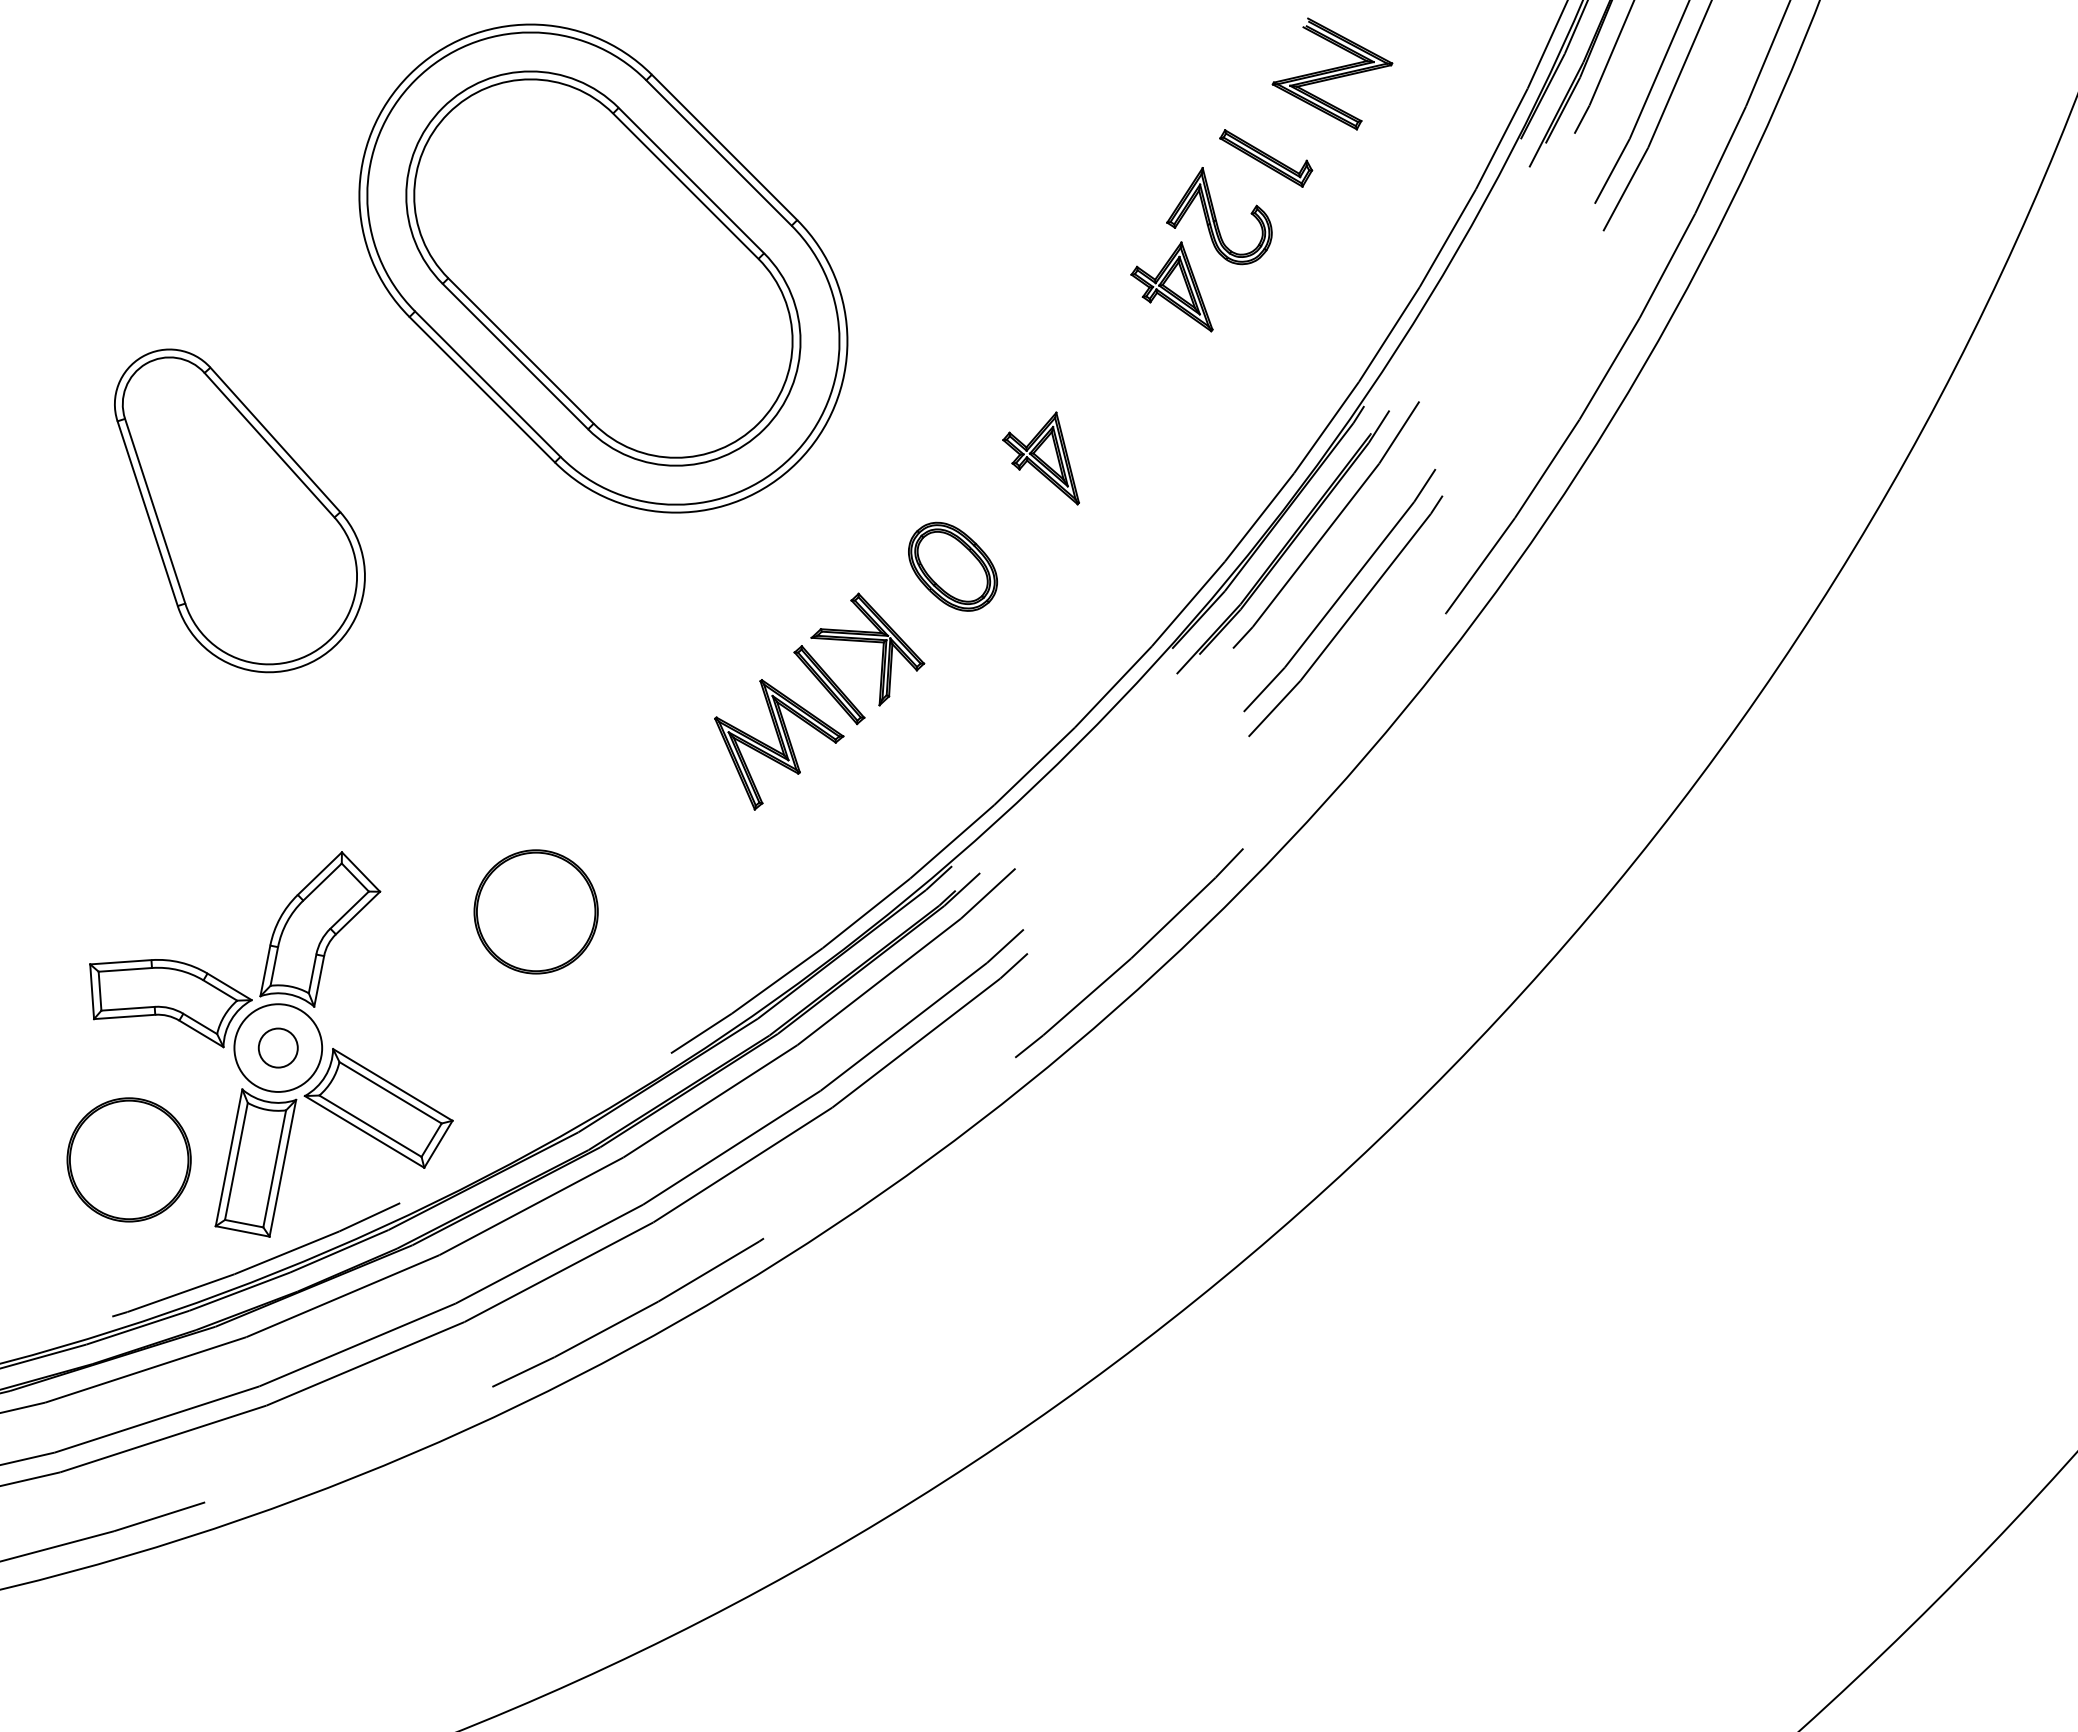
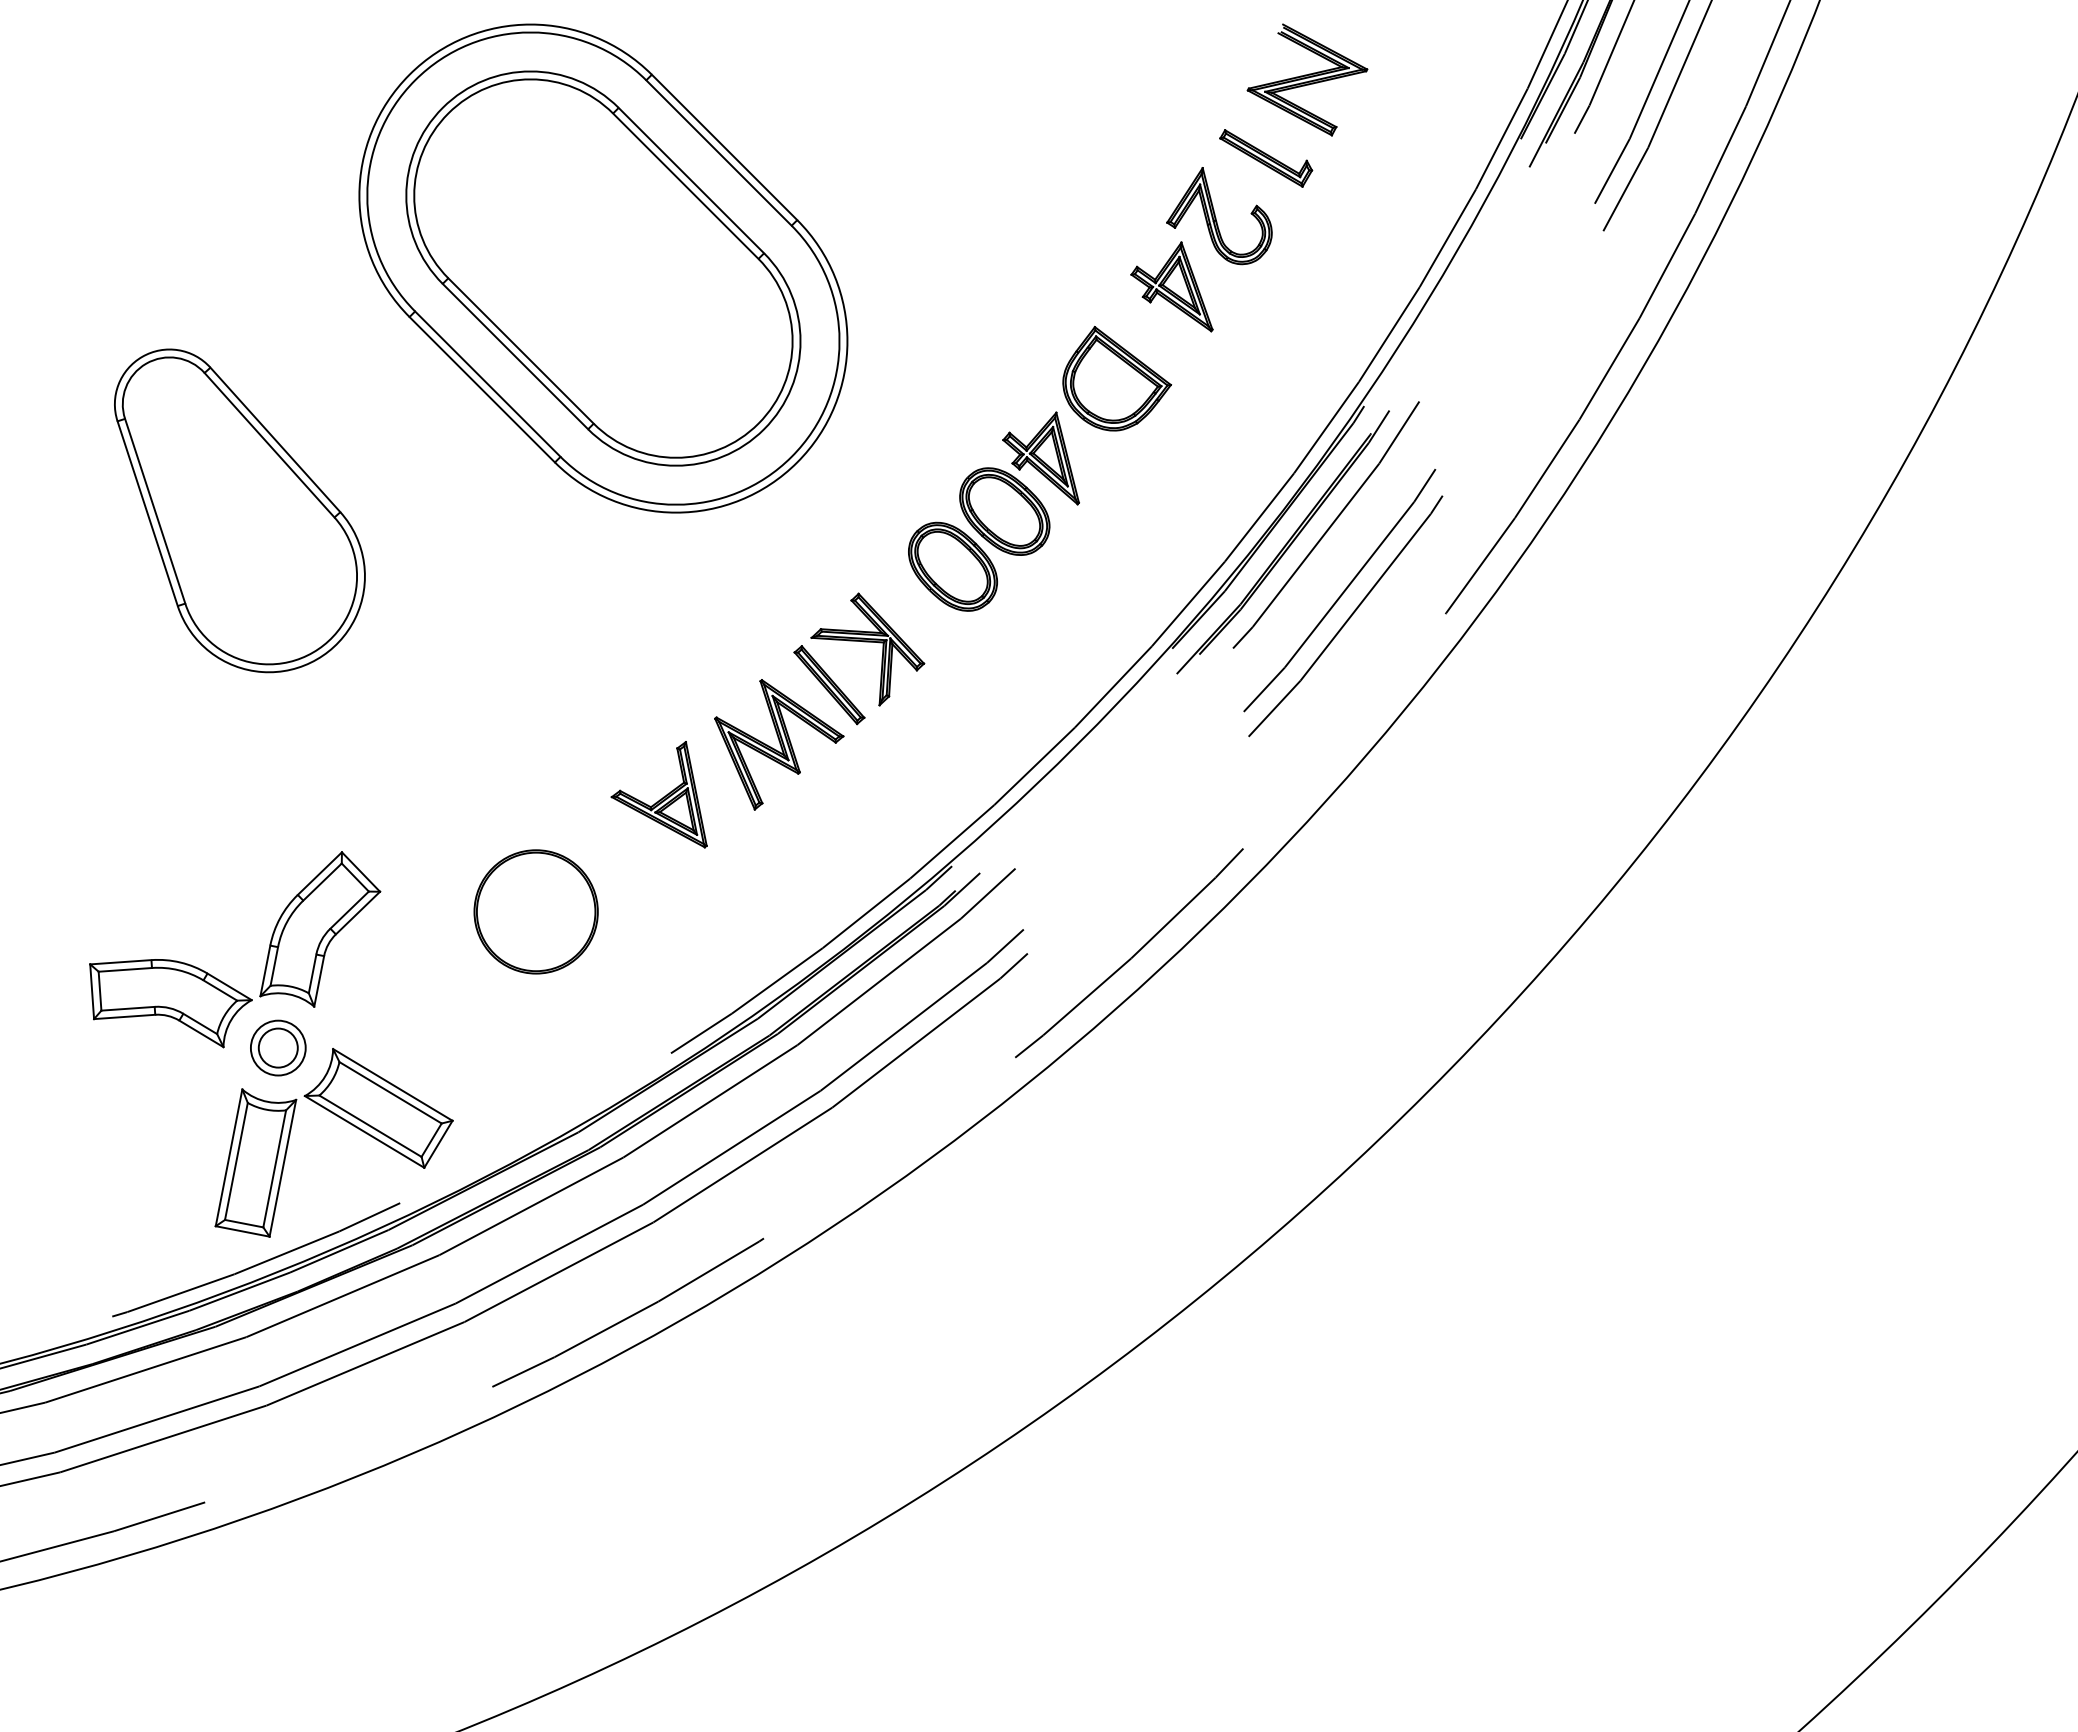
part at (1332, 73) position: (1332, 73) -> (1307, 79)
part at (1116, 378): none -> present
part at (1004, 511): none -> present
part at (658, 794): none -> present
circle at (278, 1047) diameter: 88 px -> 55 px
part at (128, 1159): present -> none
